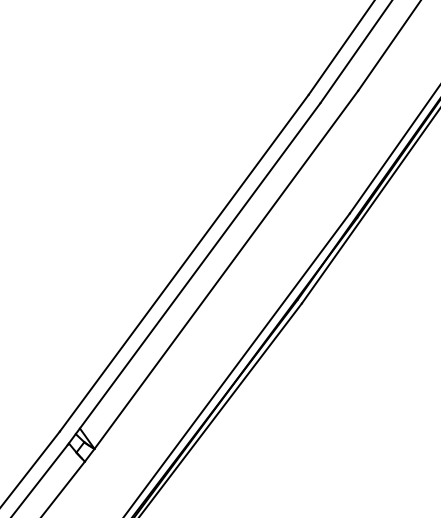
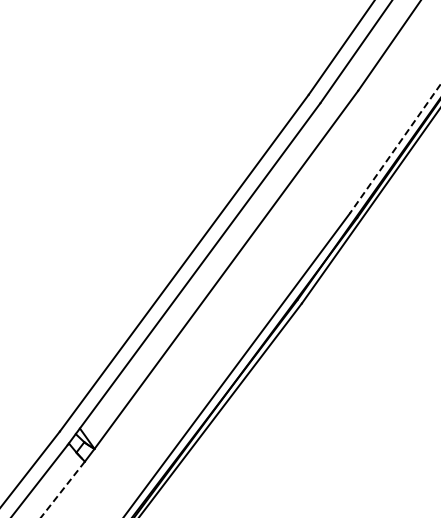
line at (395, 148): solid -> dashed
line at (62, 489): solid -> dashed
